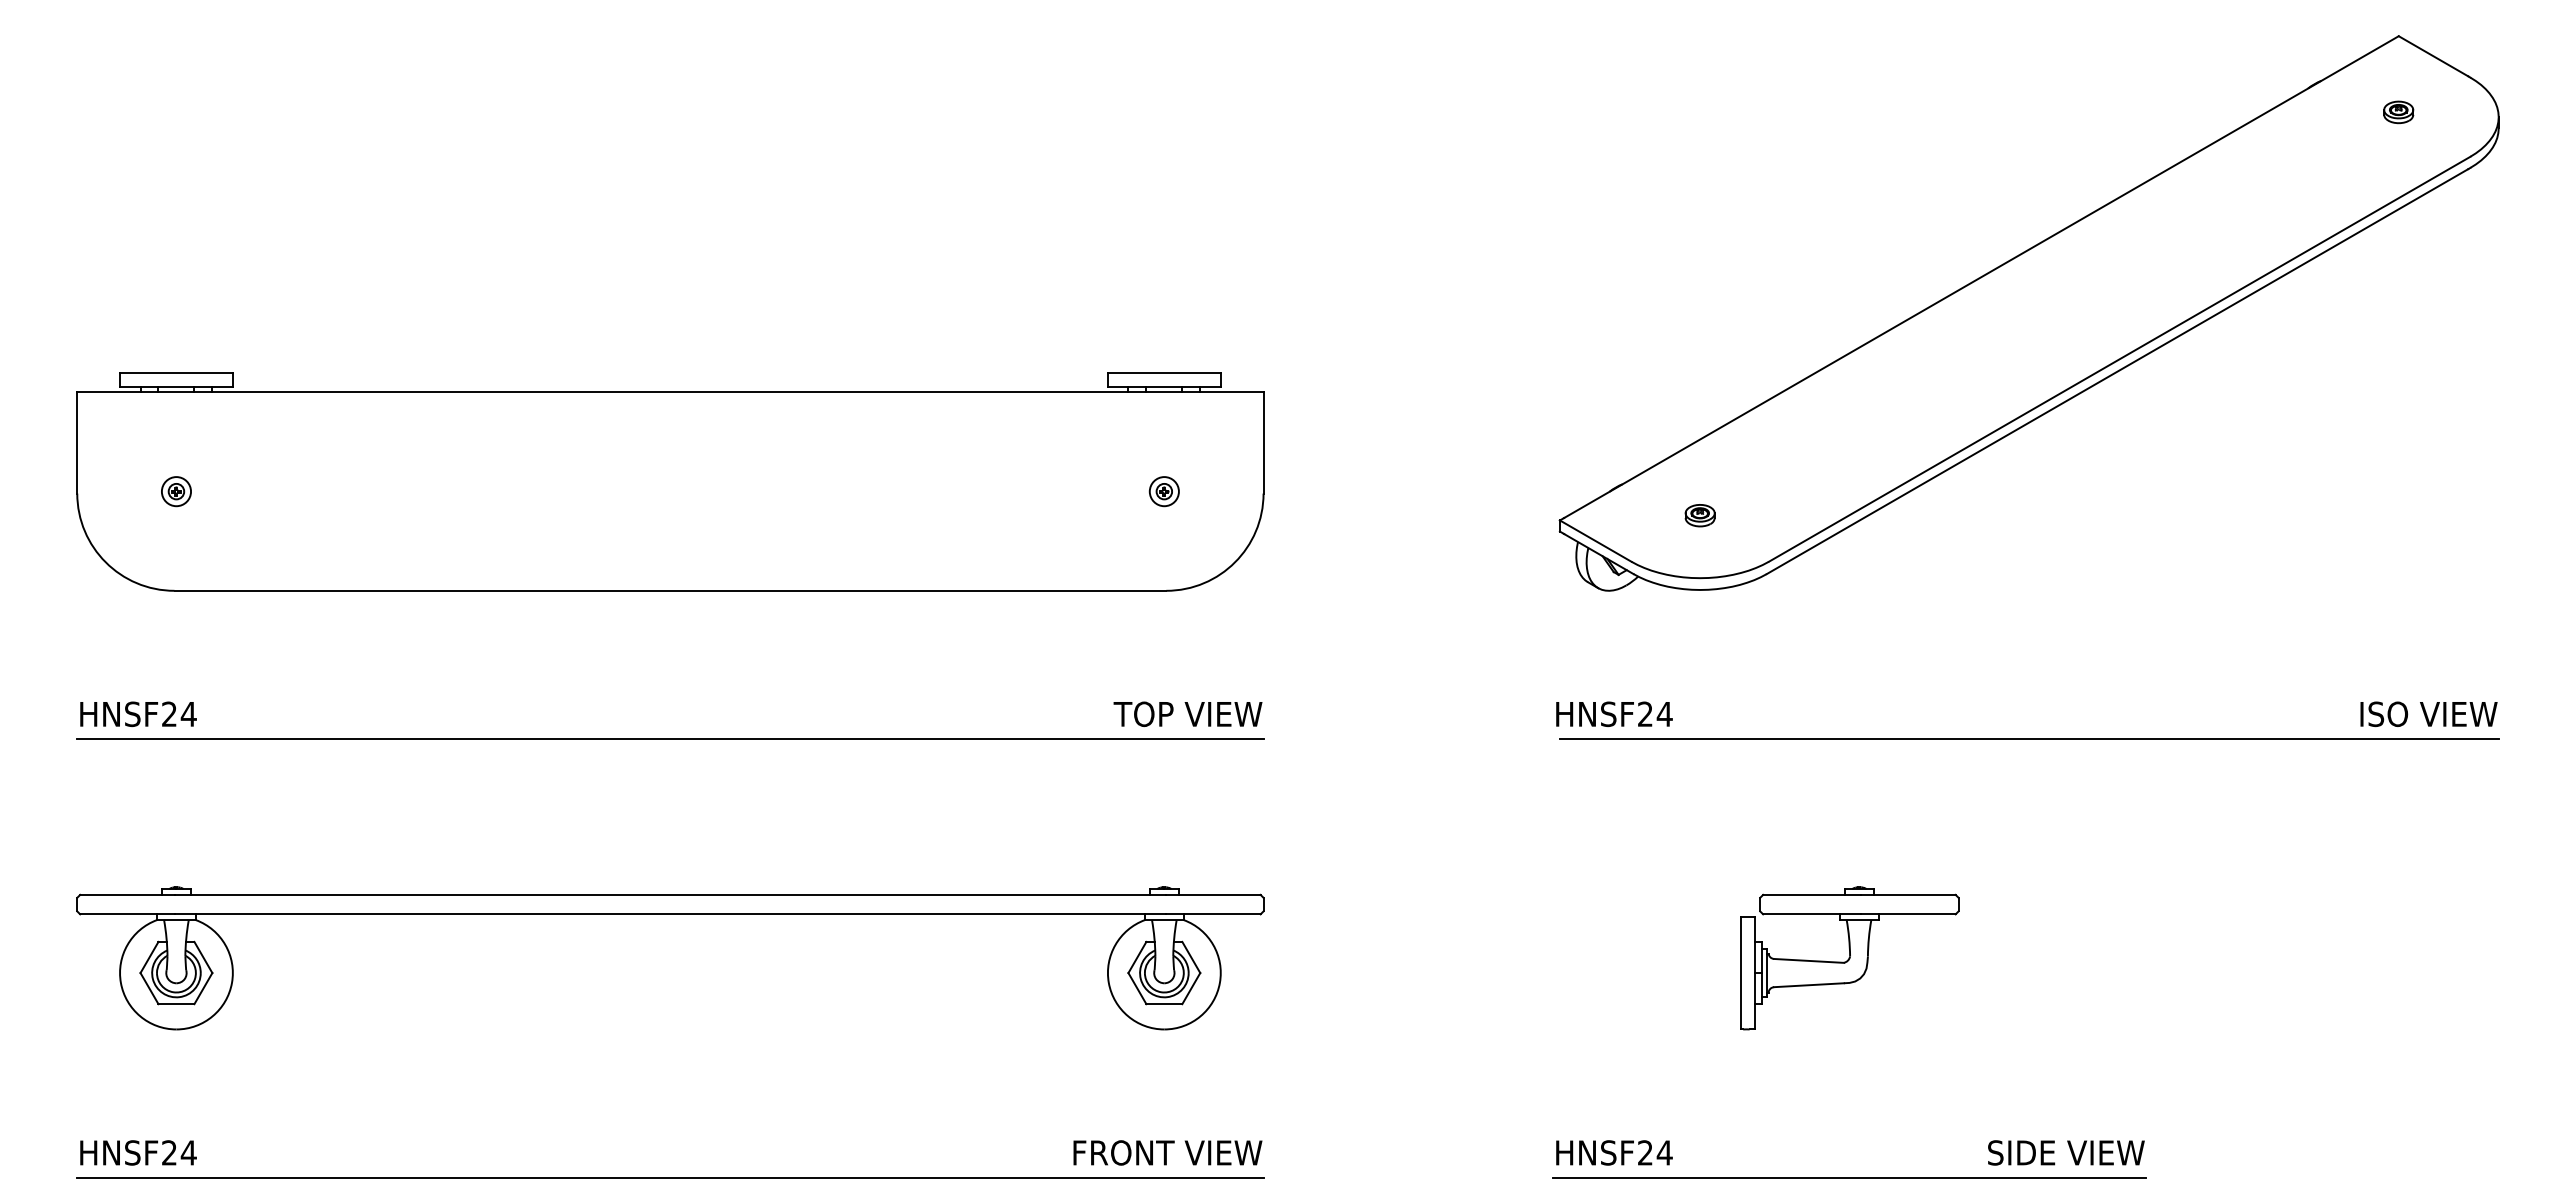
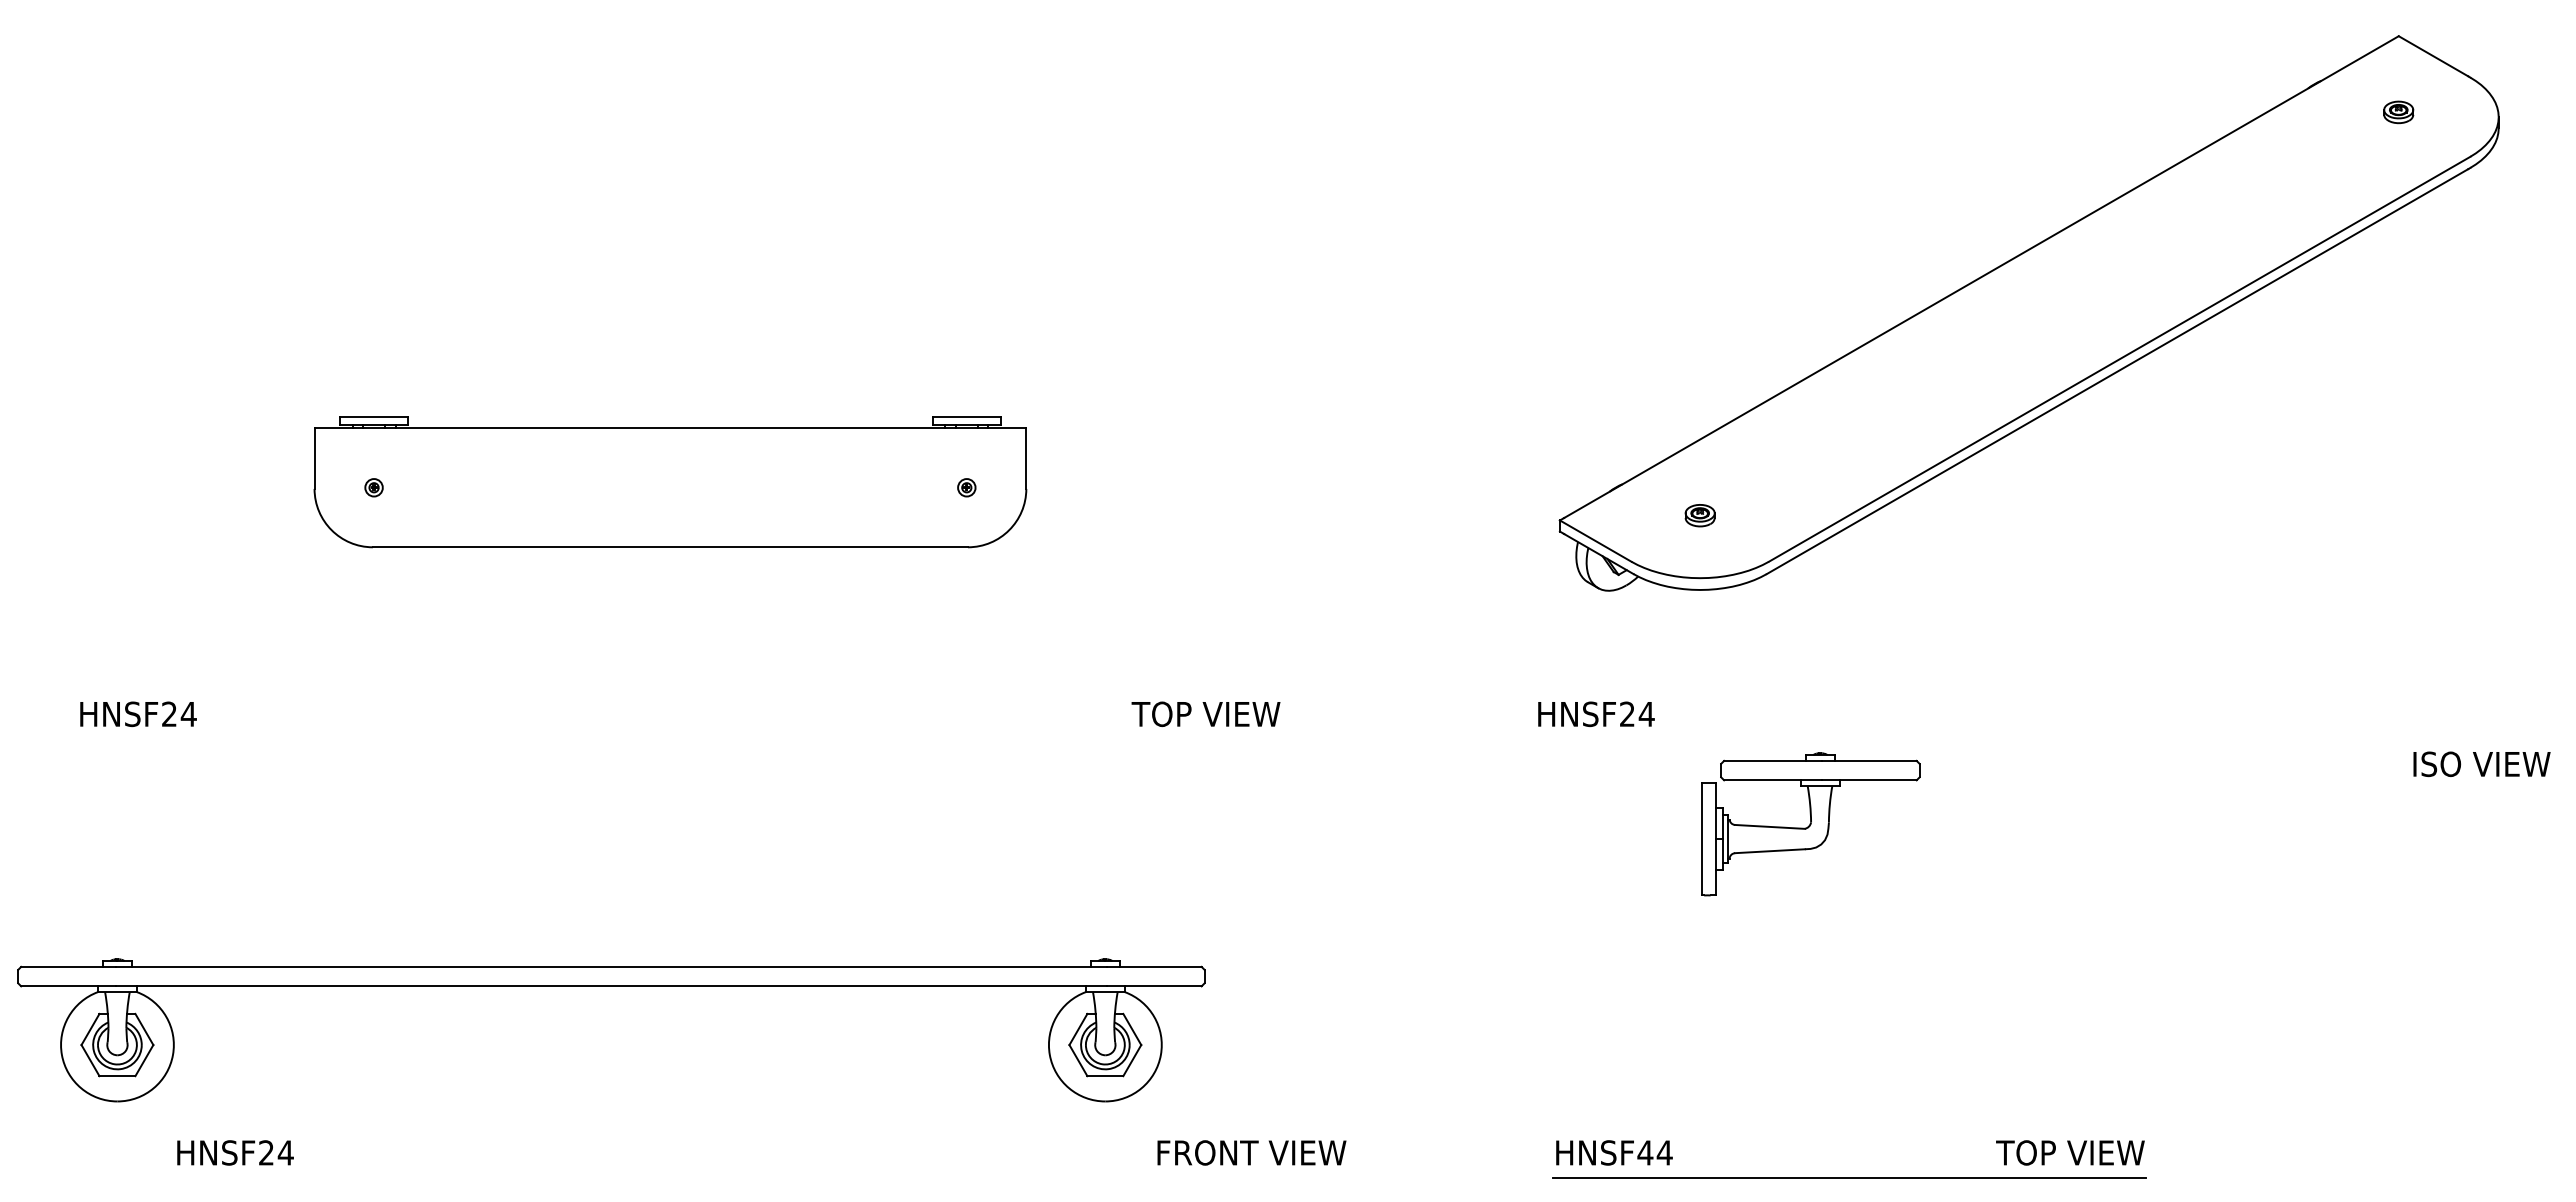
part at (670, 481) size: 1189x220 px -> 715x133 px
text at (1187, 713) position: (1187, 713) -> (1205, 713)
text at (1614, 713) position: (1614, 713) -> (1596, 713)
text at (2428, 714) position: (2428, 714) -> (2481, 764)
line at (670, 739): present -> none
line at (2028, 739): present -> none
part at (670, 914) position: (670, 914) -> (611, 986)
part at (1849, 958) position: (1849, 958) -> (1810, 824)
text at (138, 1152) position: (138, 1152) -> (235, 1152)
text at (1167, 1152) position: (1167, 1152) -> (1251, 1152)
text at (1645, 1152): HNSF24 -> HNSF44
text at (2021, 1152): SIDE VIEW -> TOP VIEW
line at (670, 1177): present -> none
